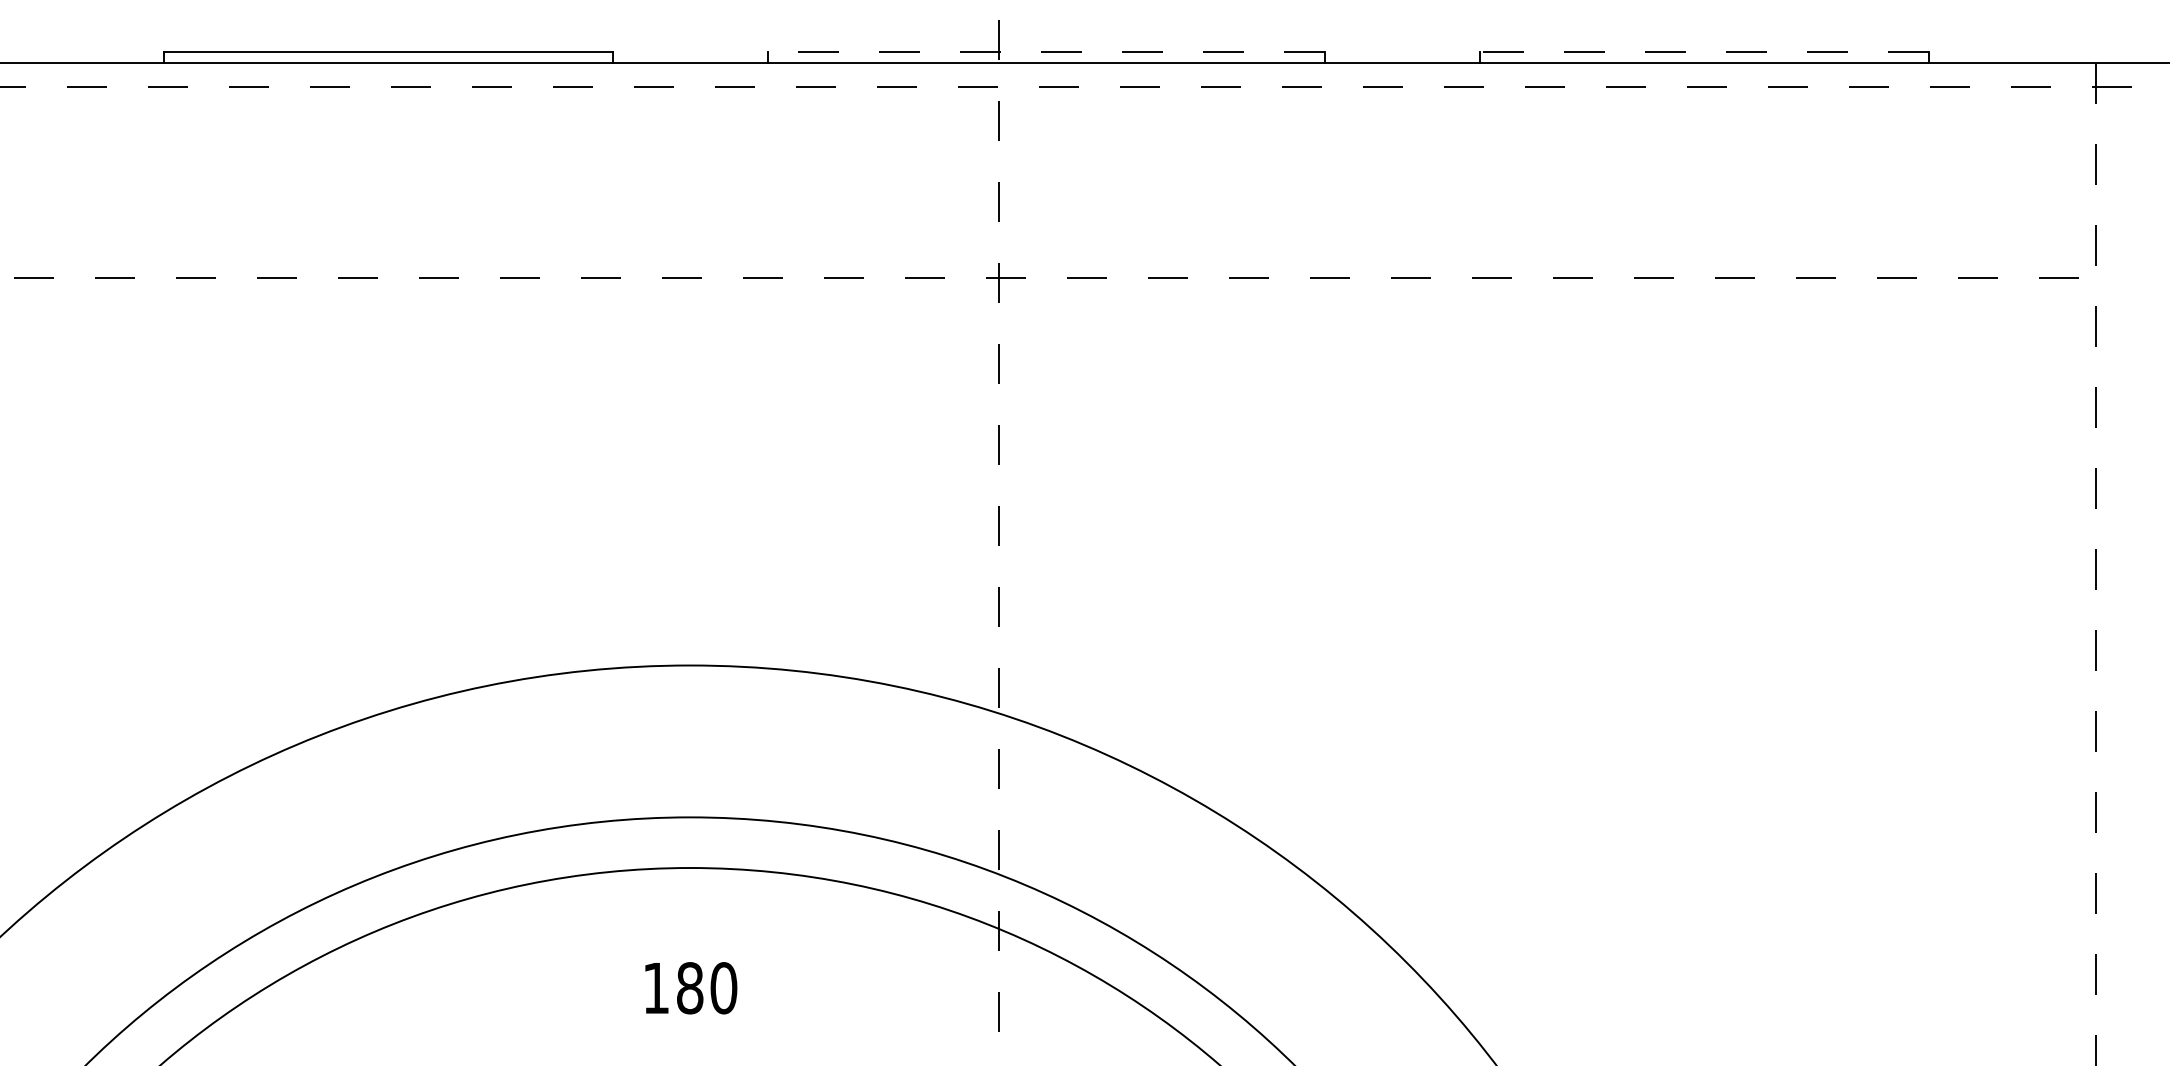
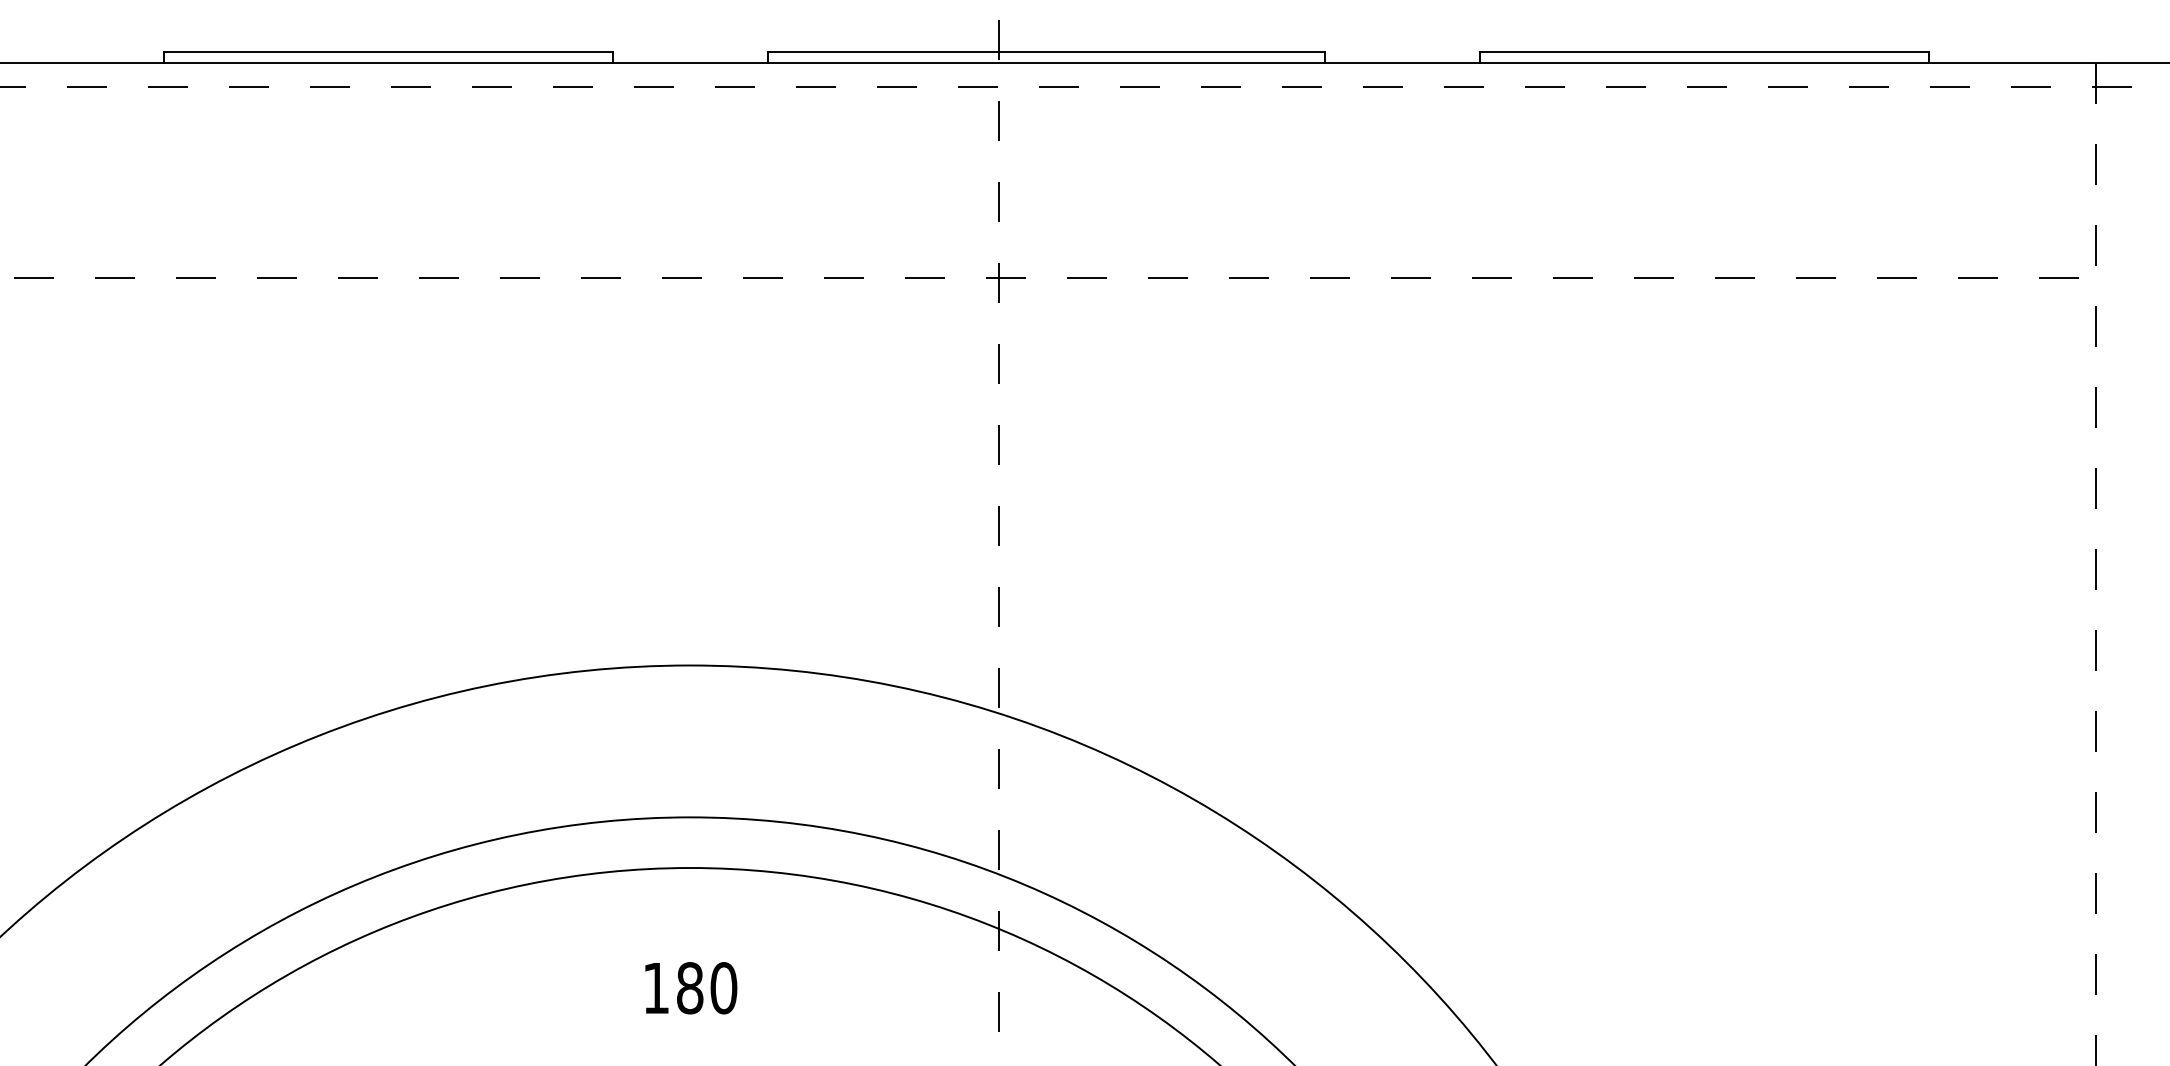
line at (1045, 51): dashed -> solid
line at (1704, 51): dashed -> solid
